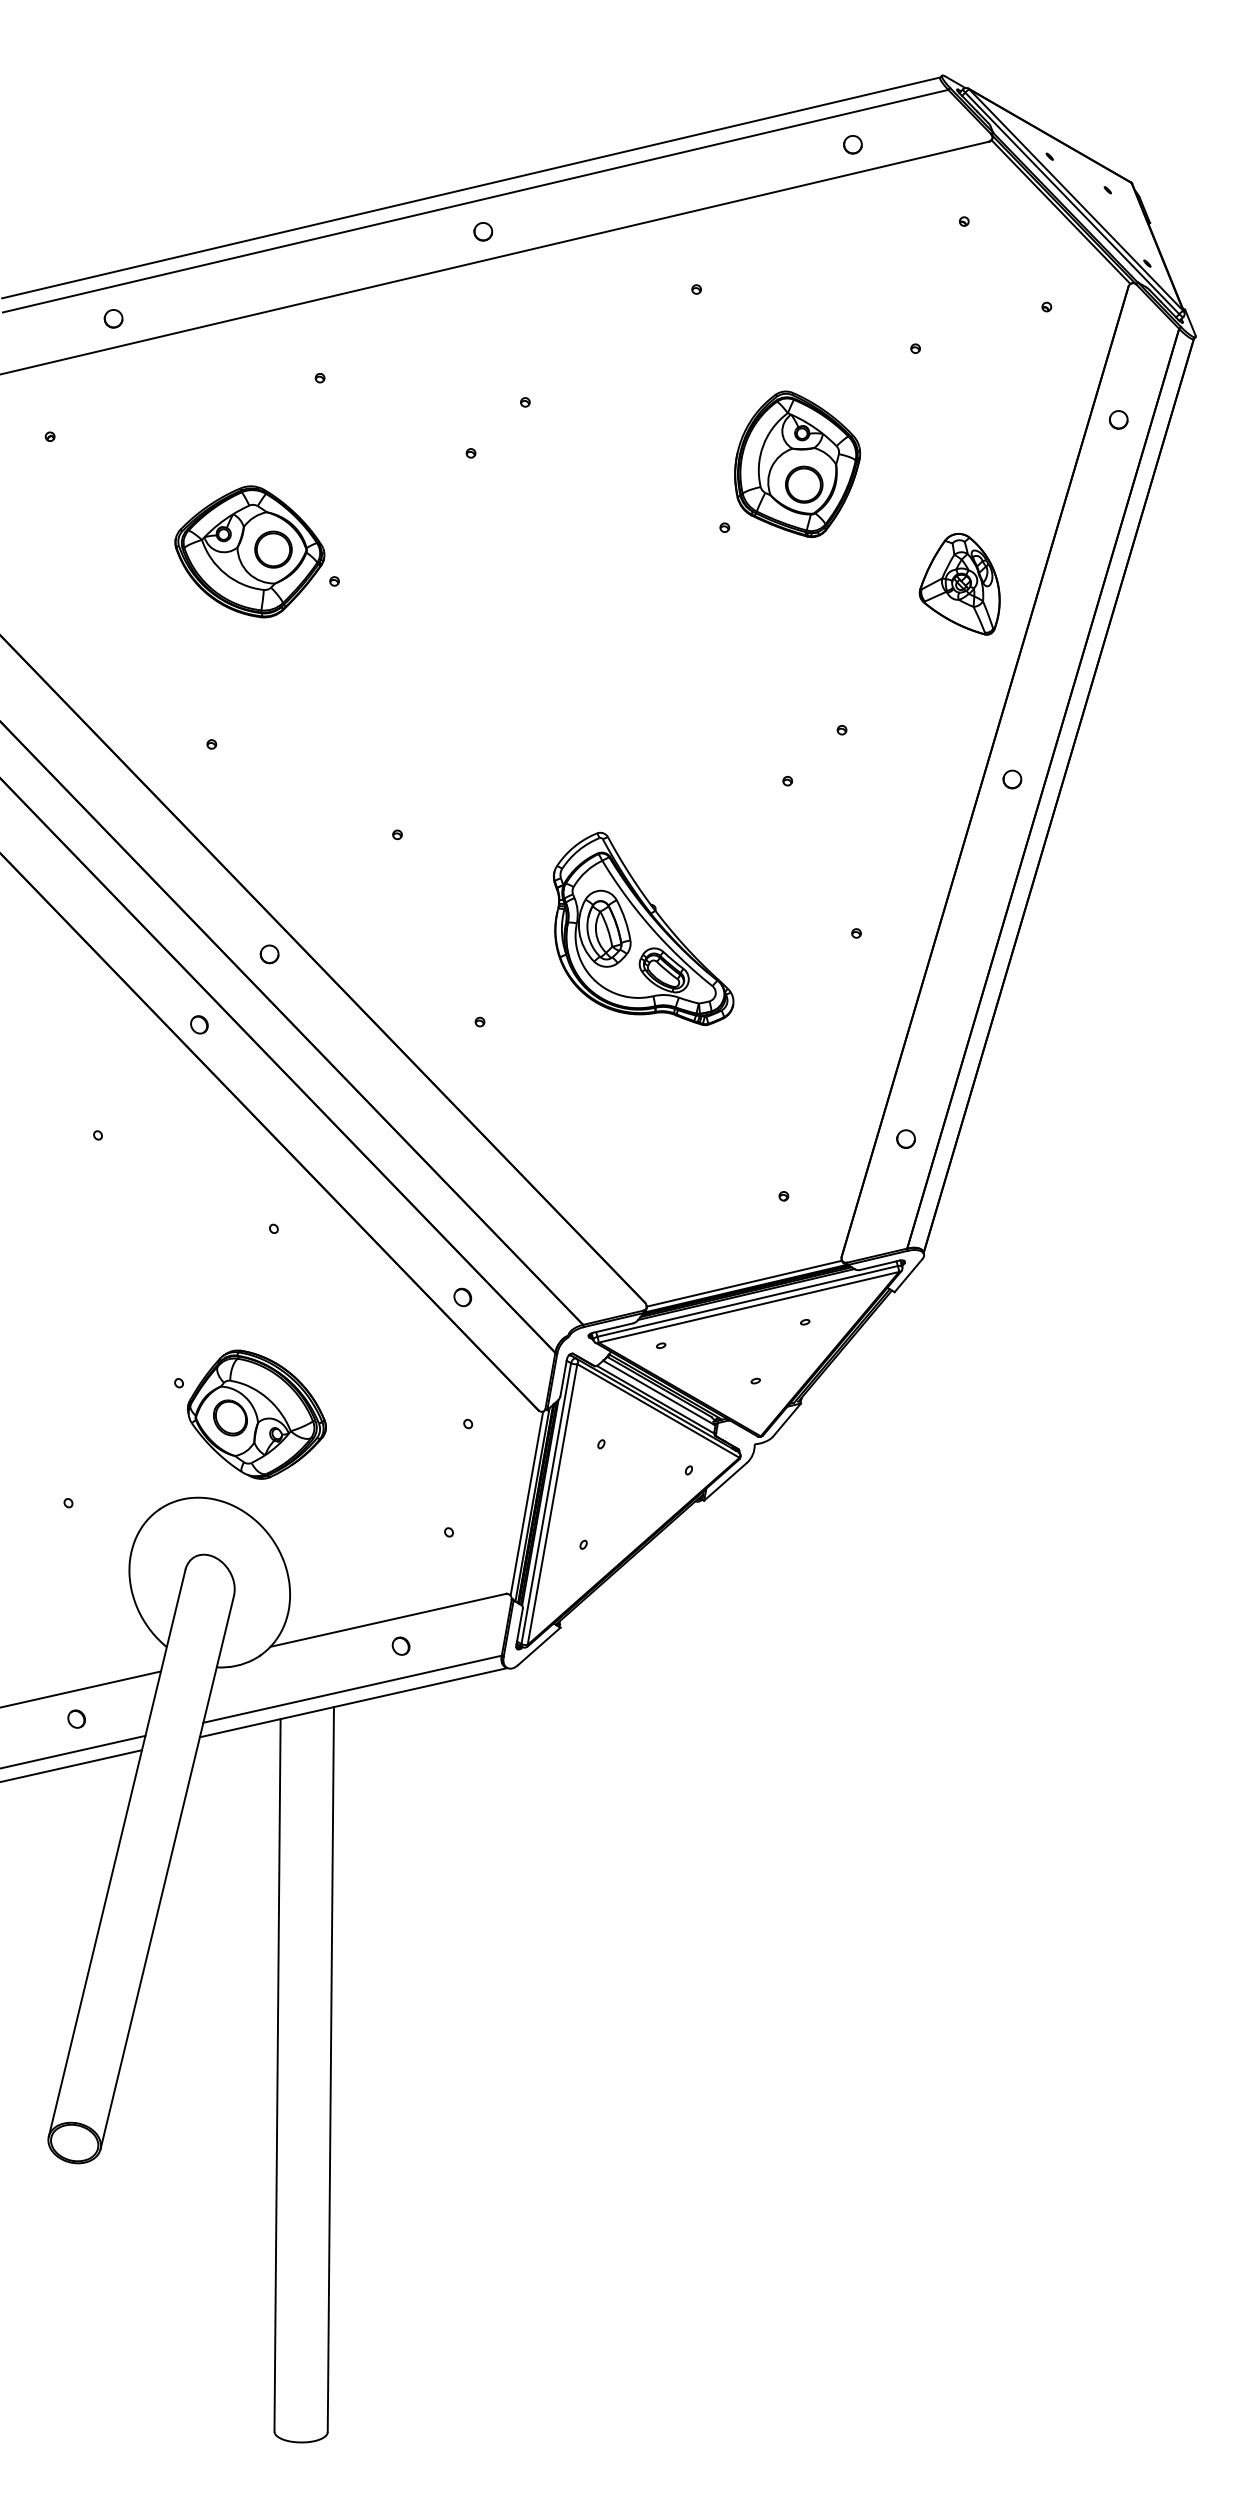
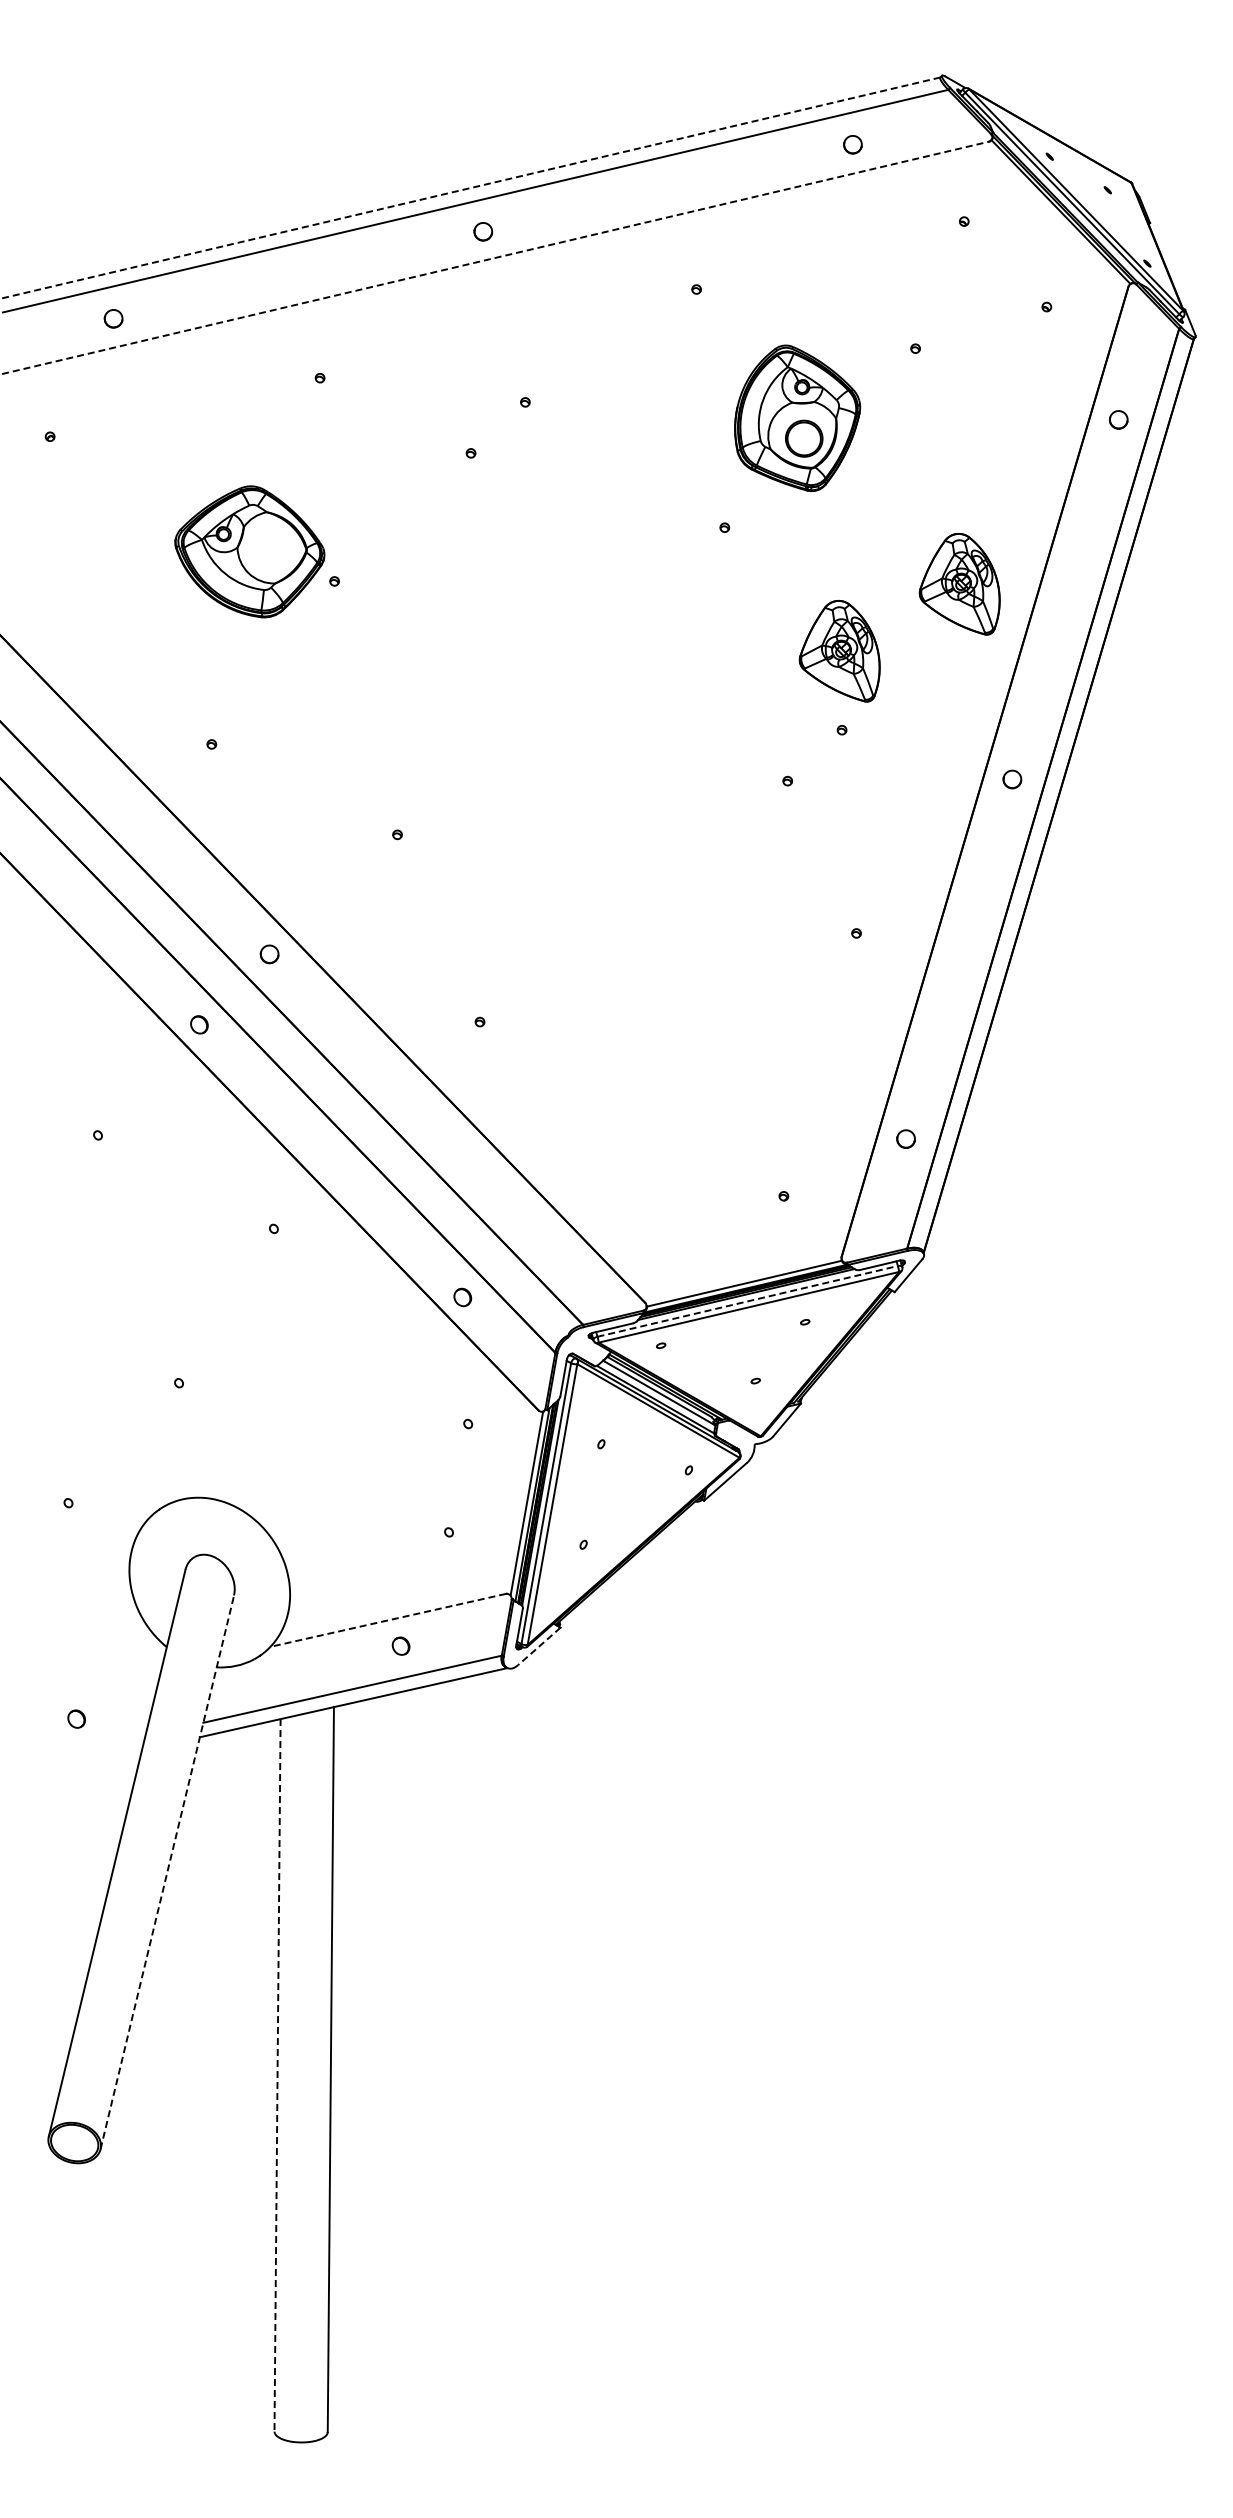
line at (471, 187): solid -> dashed
line at (494, 258): solid -> dashed
part at (797, 464) position: (797, 464) -> (797, 418)
part at (273, 549): present -> none
part at (839, 651): none -> present
part at (643, 928): present -> none
line at (748, 1301): solid -> dashed
part at (256, 1414): present -> none
line at (388, 1620): solid -> dashed
line at (539, 1646): solid -> dashed
line at (81, 1689): present -> none
line at (73, 1751): present -> none
line at (71, 1765): present -> none
line at (167, 1872): solid -> dashed
line at (277, 2075): solid -> dashed
